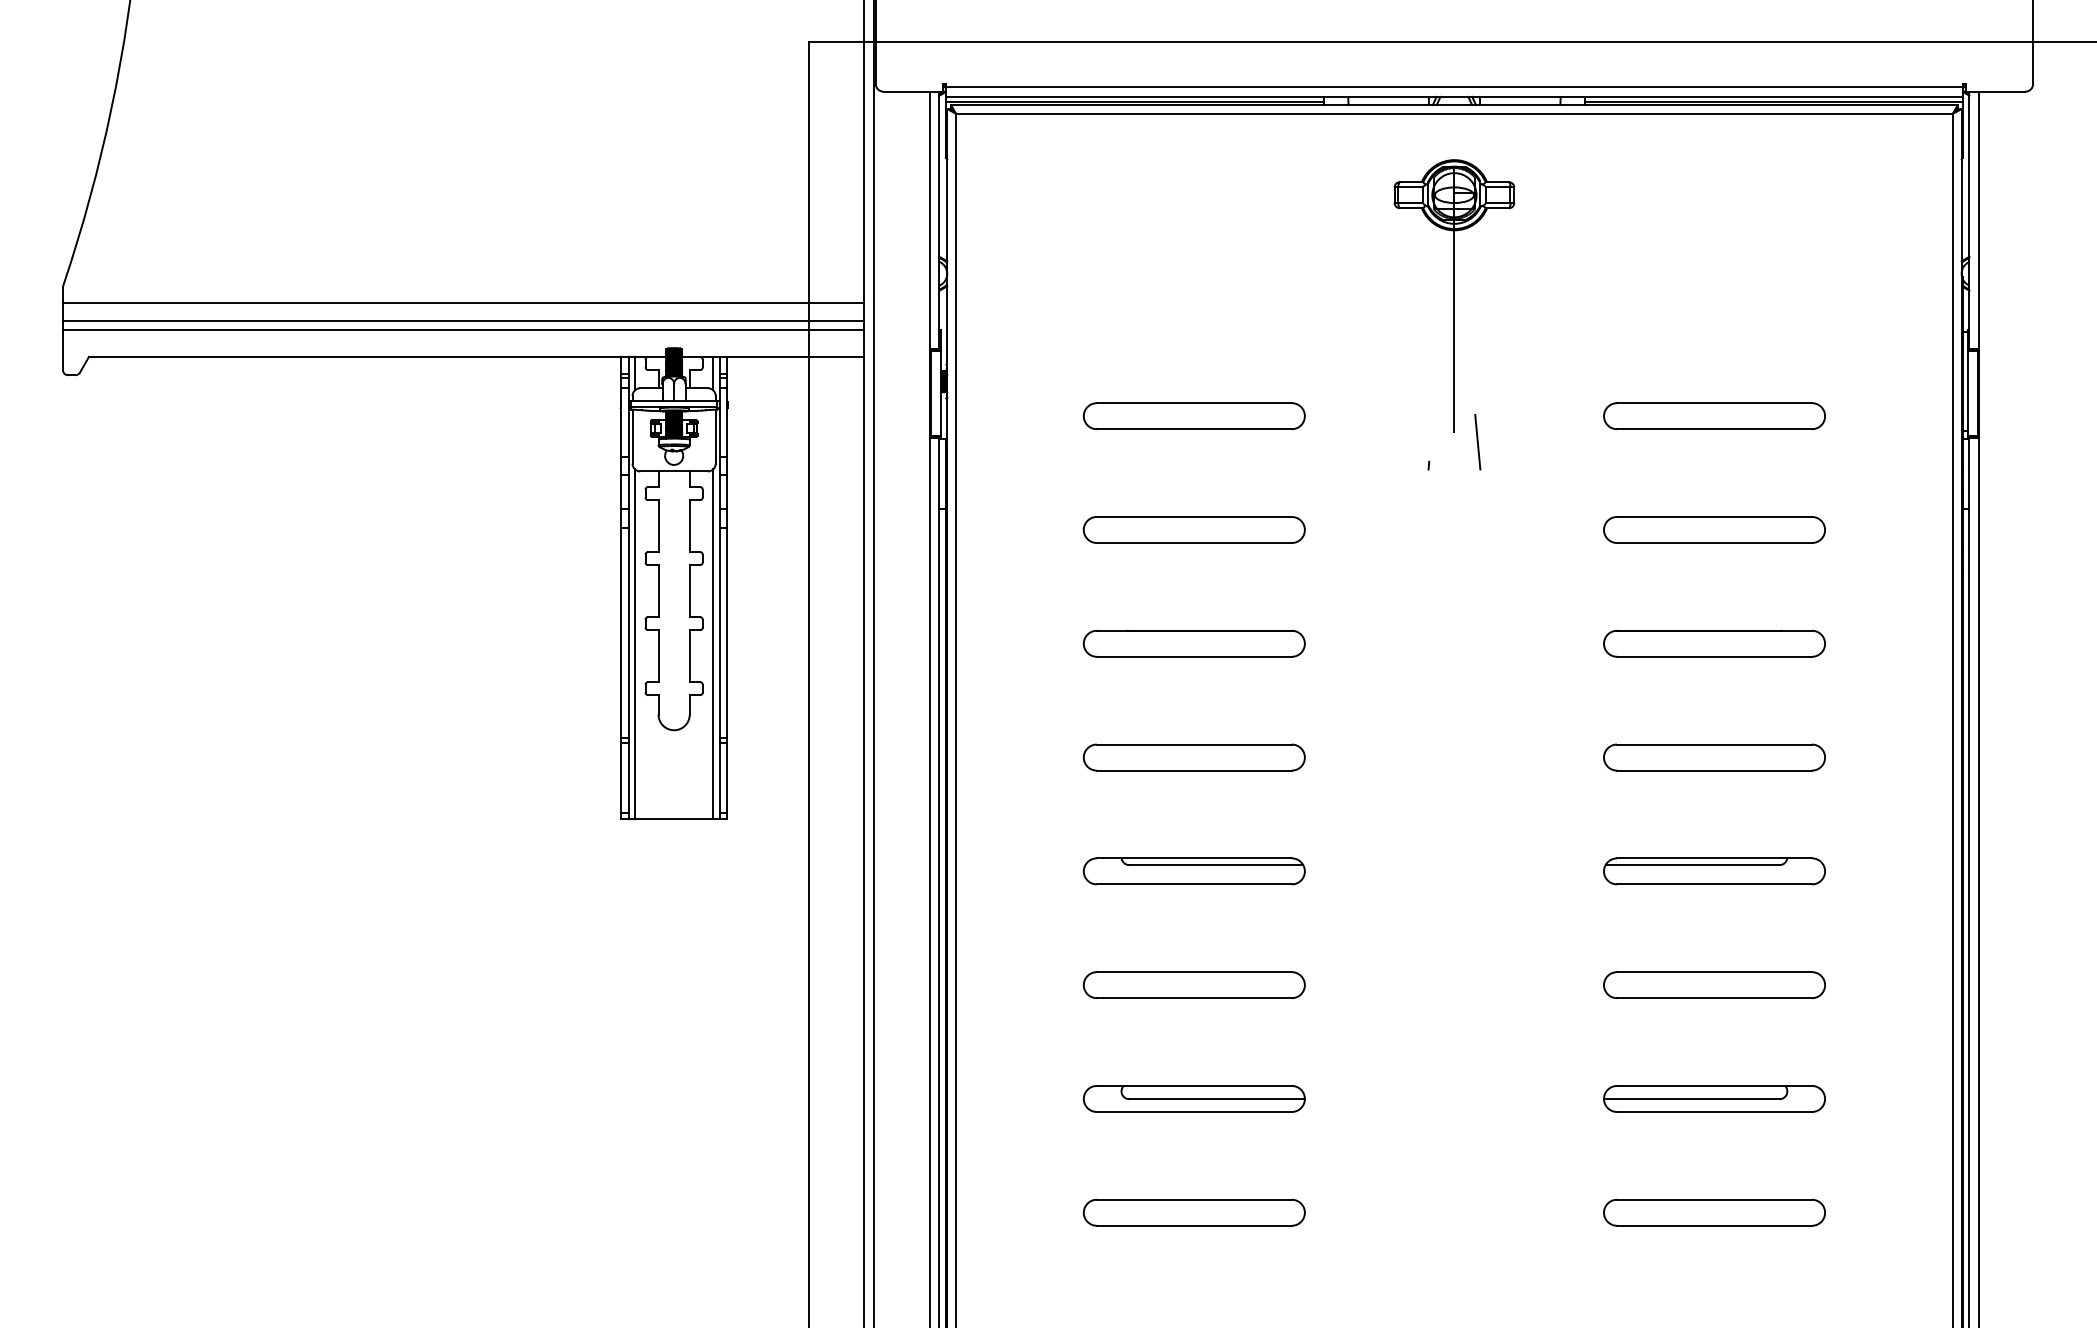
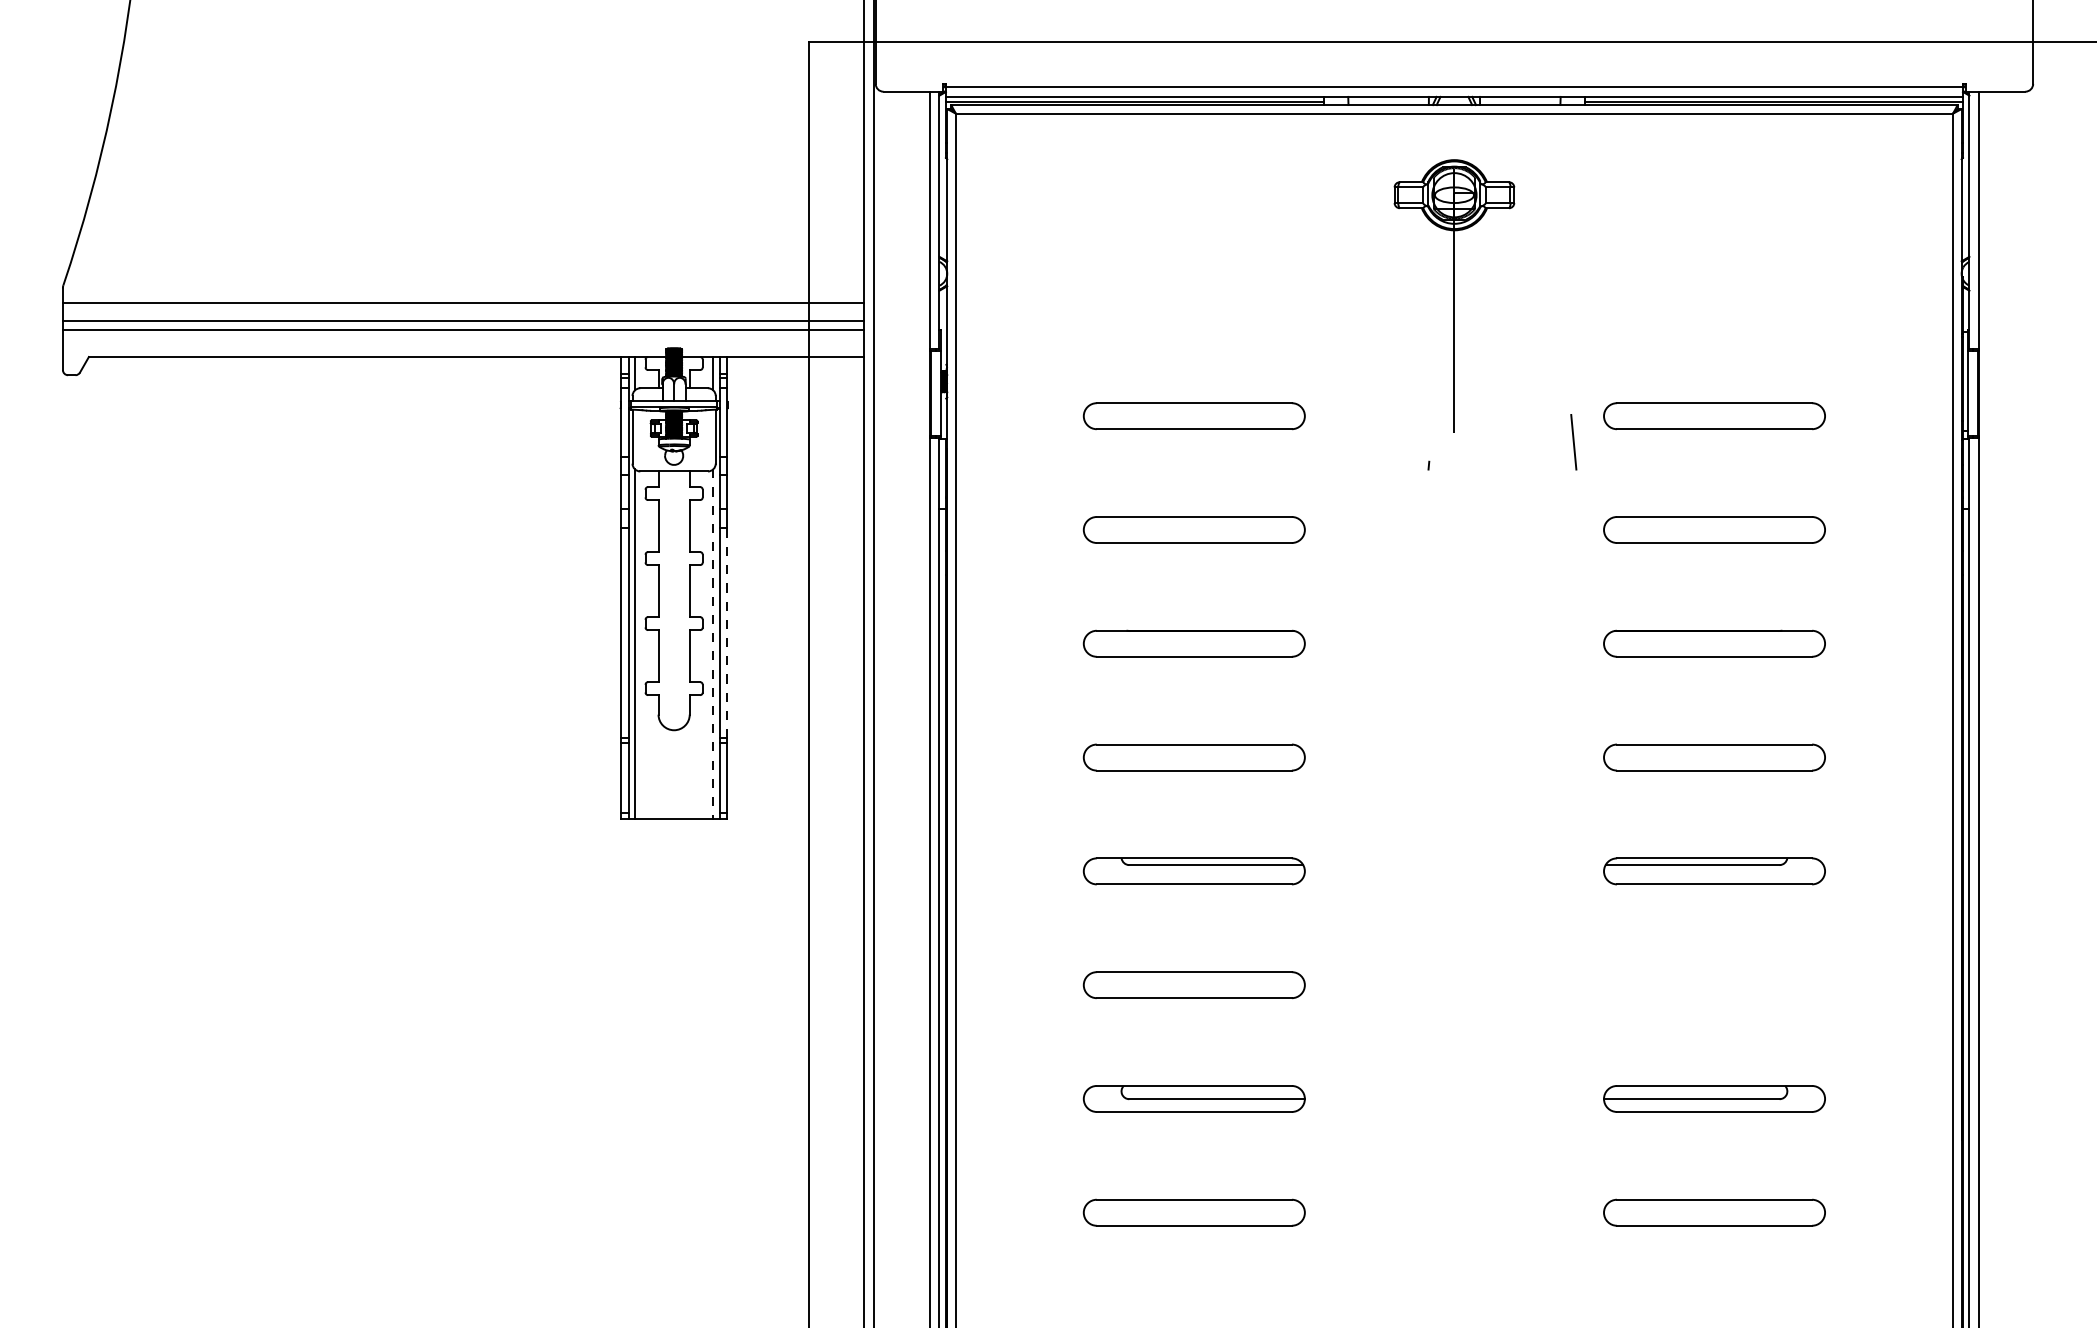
line at (1477, 442) position: (1477, 442) -> (1573, 442)
line at (727, 632): solid -> dashed
line at (713, 643): solid -> dashed
part at (1714, 985): present -> none
